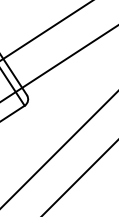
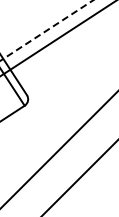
line at (46, 30): solid -> dashed
line at (58, 63) position: (58, 63) -> (58, 38)
